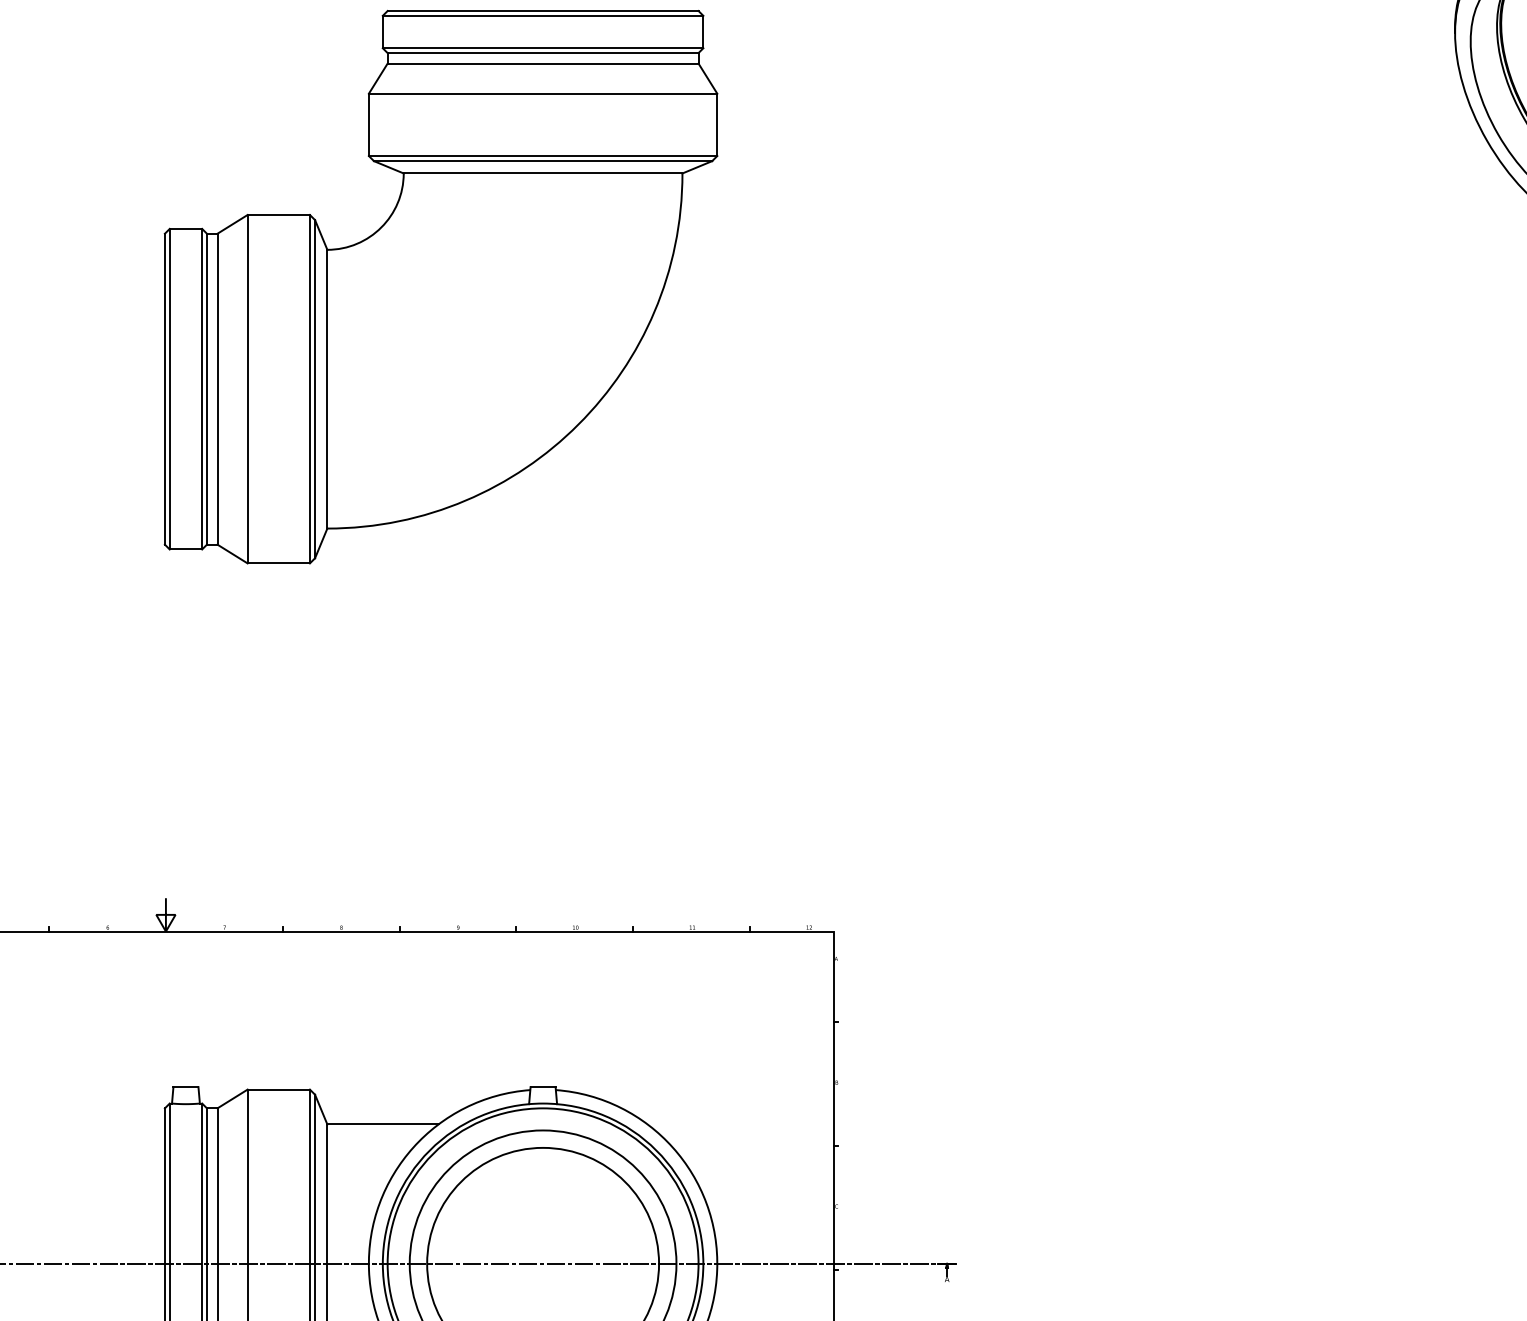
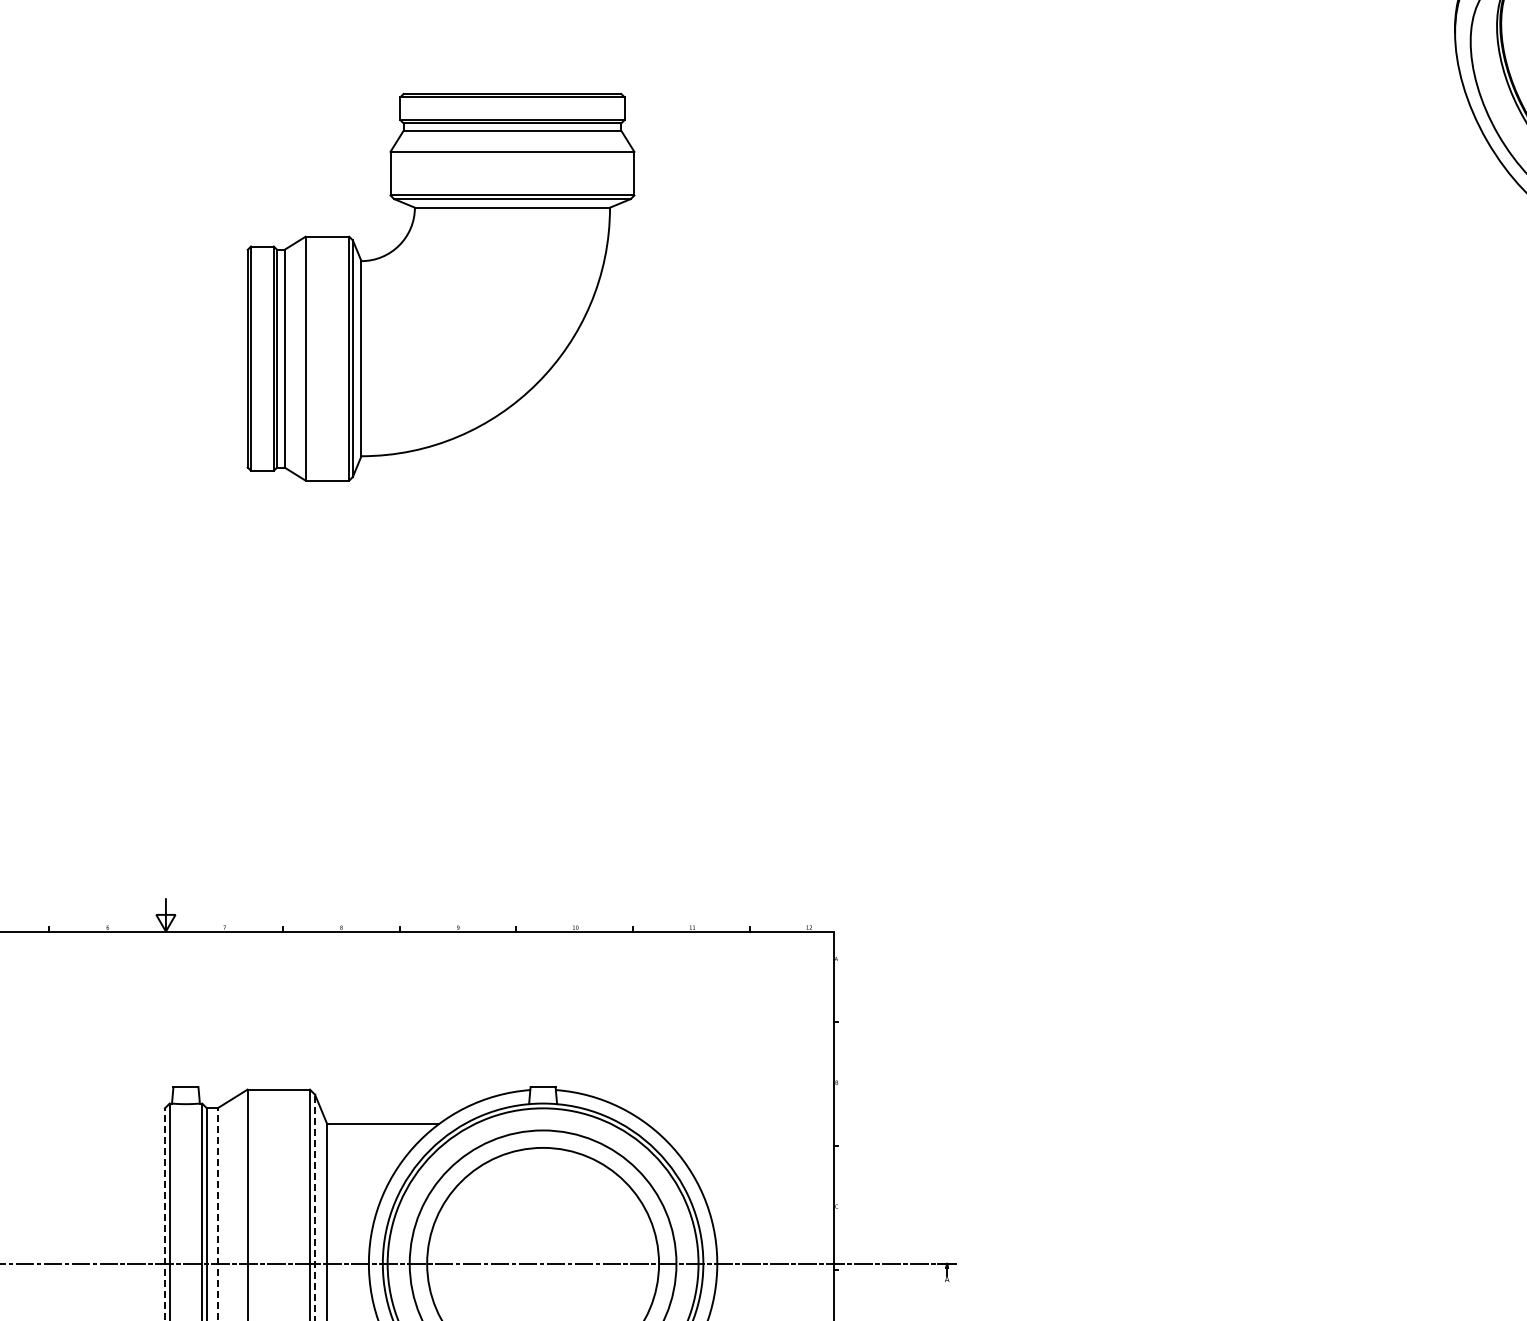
part at (440, 287) size: 556x555 px -> 390x390 px
line at (315, 1207): solid -> dashed
line at (164, 1214): solid -> dashed
line at (217, 1214): solid -> dashed
